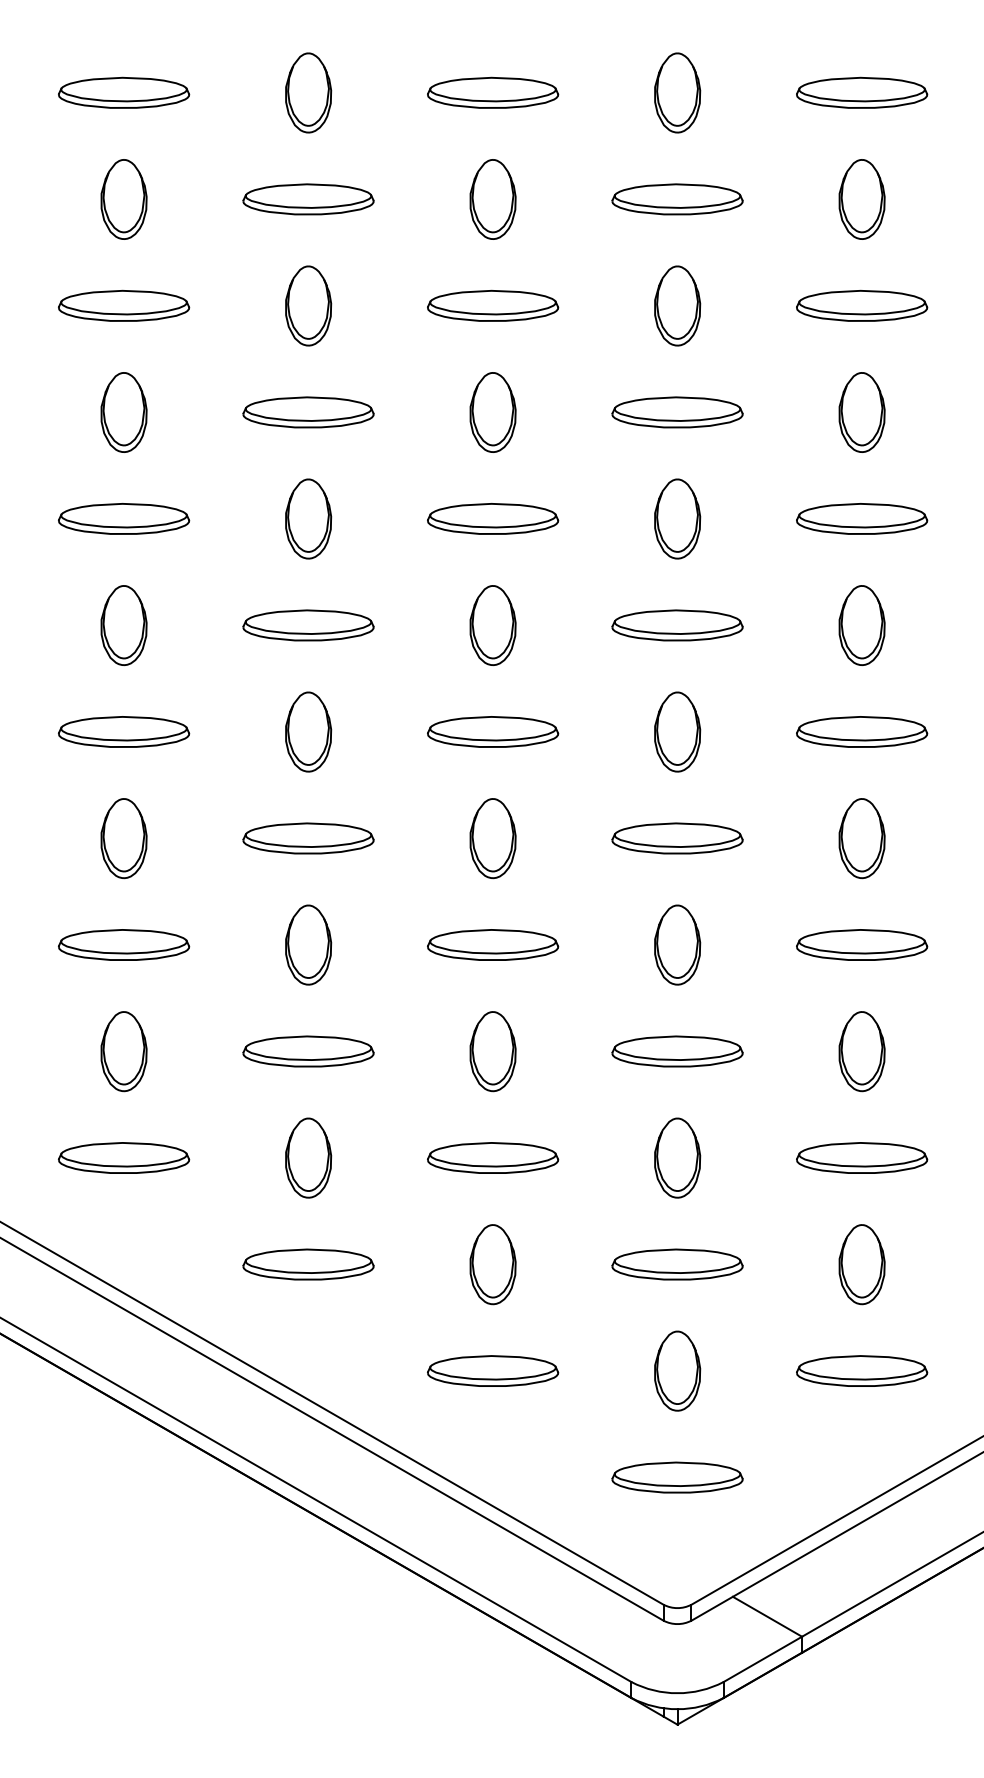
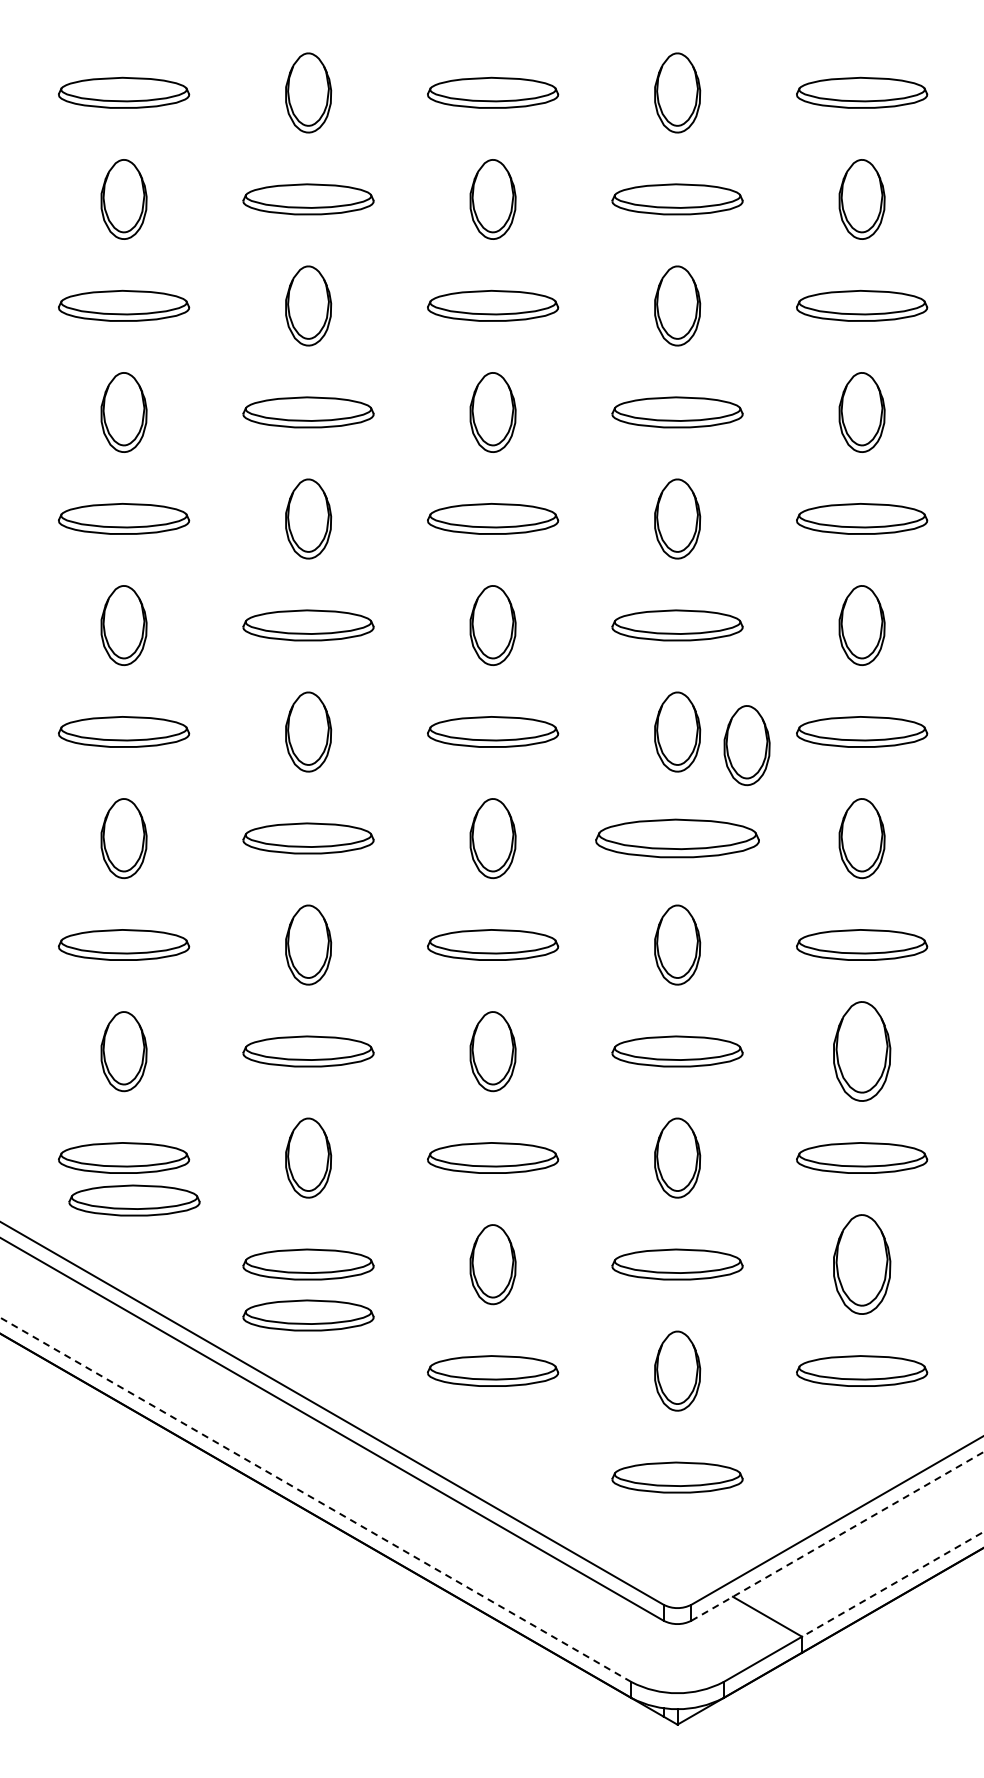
part at (746, 745): none -> present
part at (677, 838) size: 133x33 px -> 165x41 px
part at (861, 1051) size: 48x82 px -> 59x101 px
part at (134, 1200): none -> present
part at (861, 1264) size: 48x82 px -> 59x101 px
part at (308, 1315): none -> present
line at (315, 1499): solid -> dashed
line at (837, 1536): solid -> dashed
line at (892, 1584): solid -> dashed
